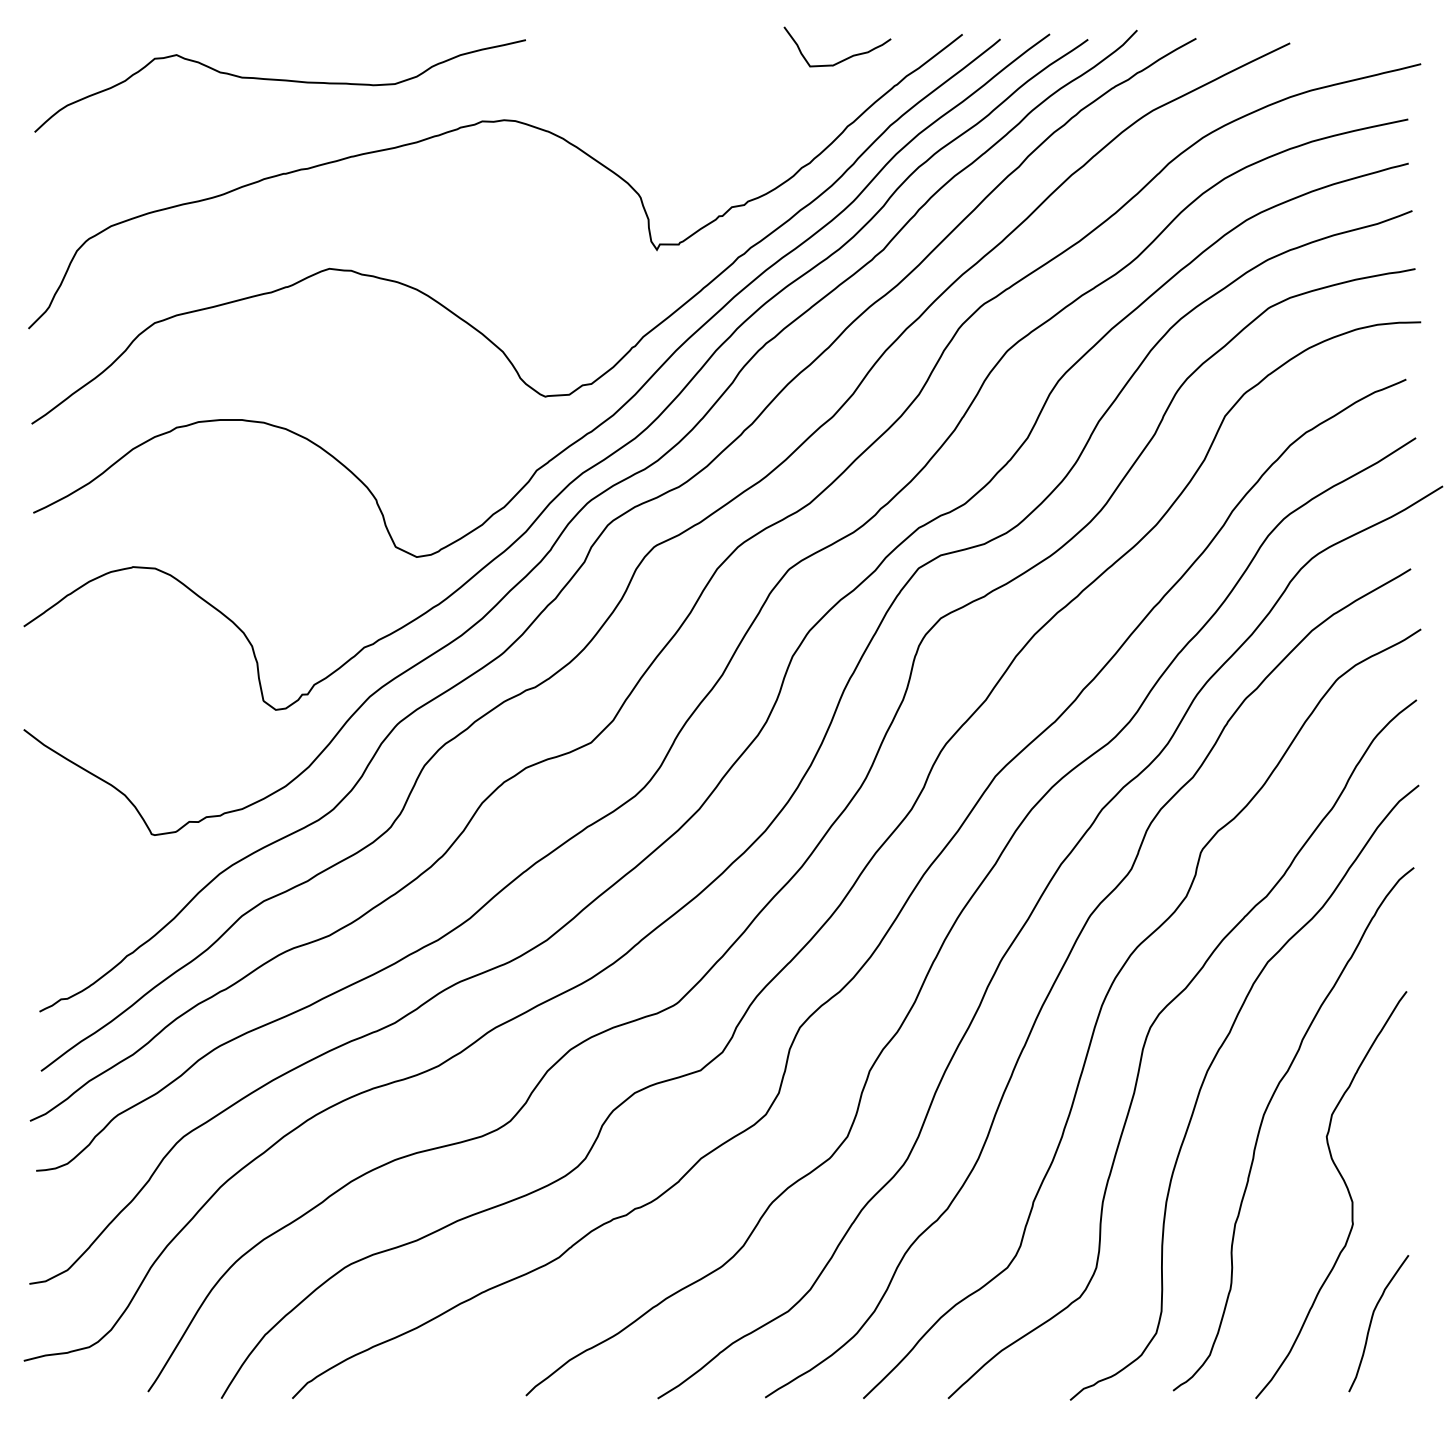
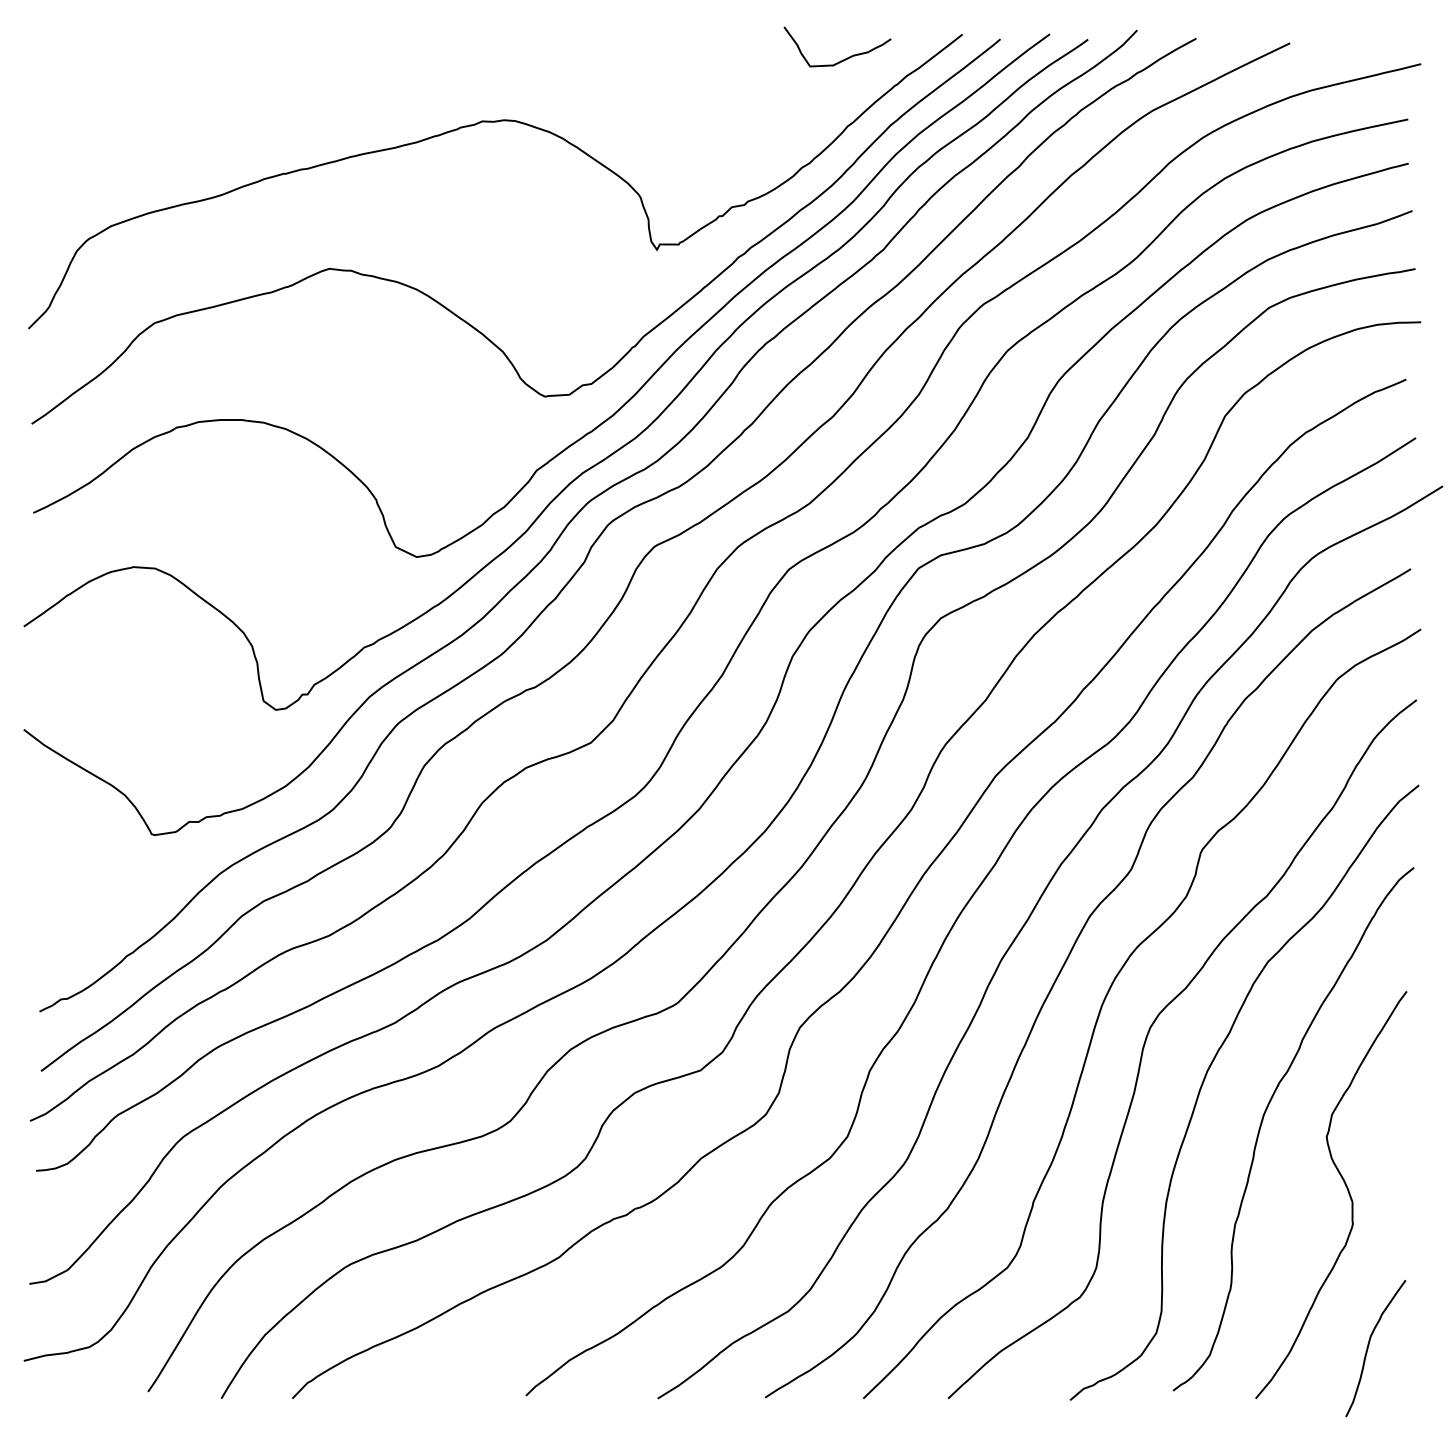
curve at (281, 81): present -> none
curve at (1372, 1320) position: (1372, 1320) -> (1369, 1345)
